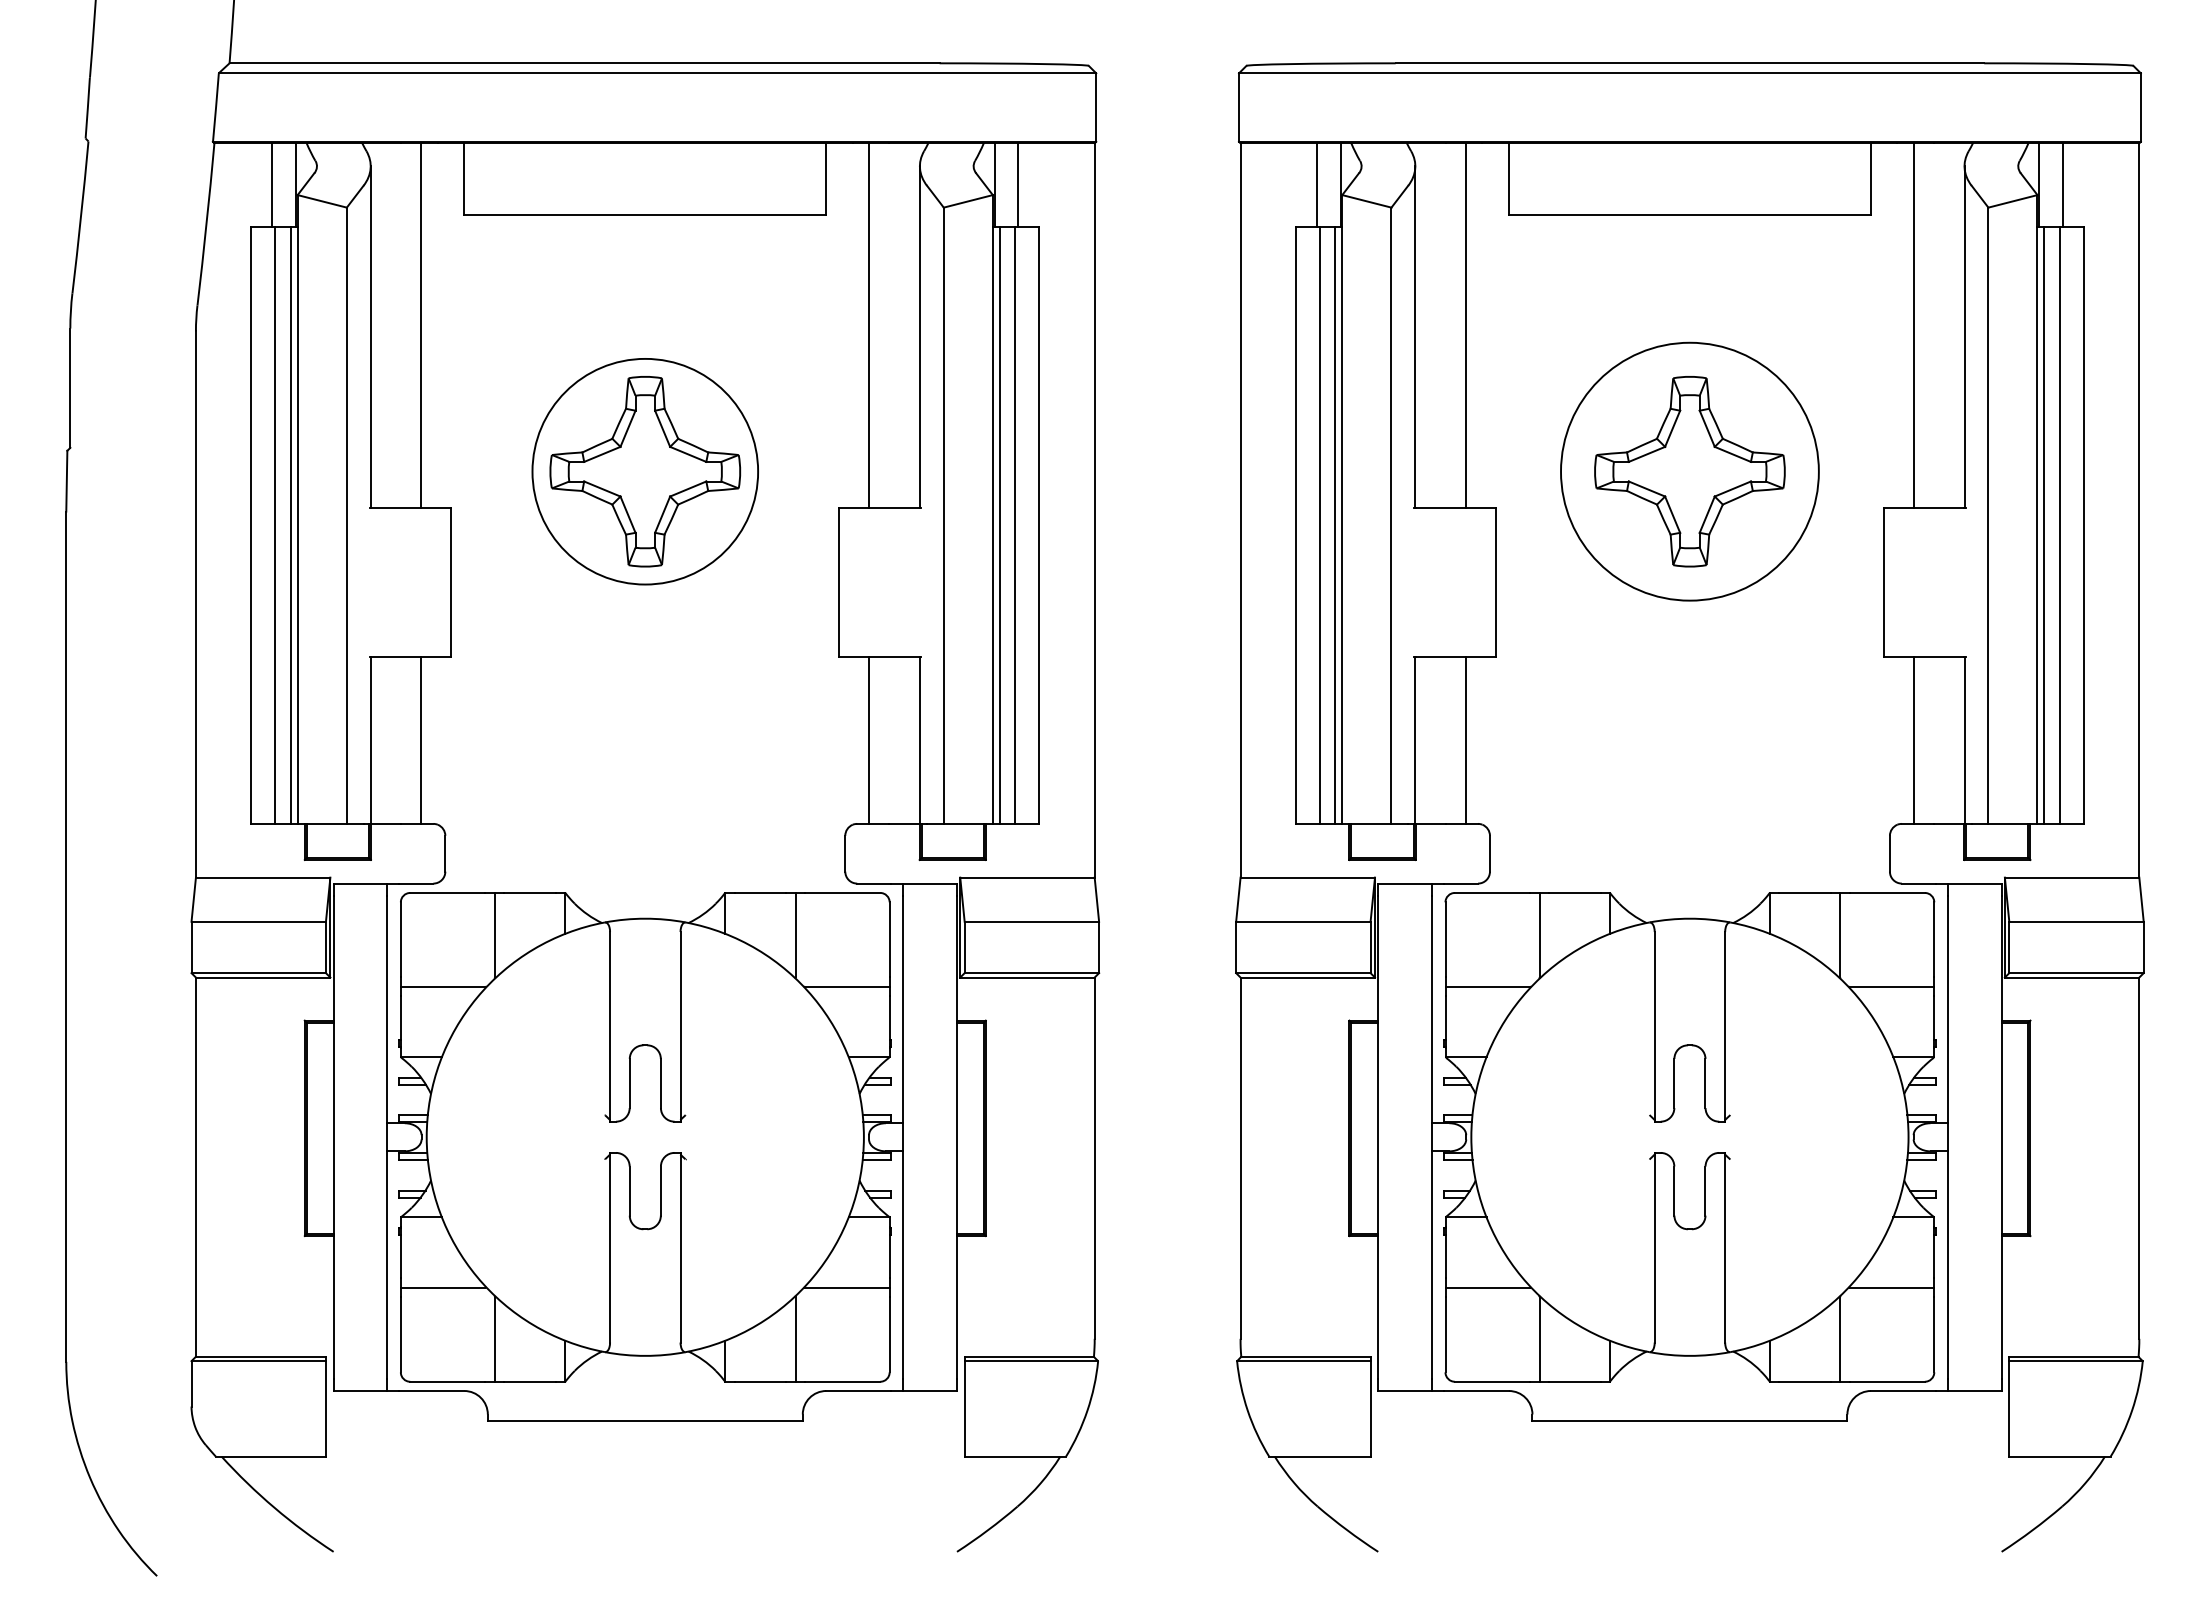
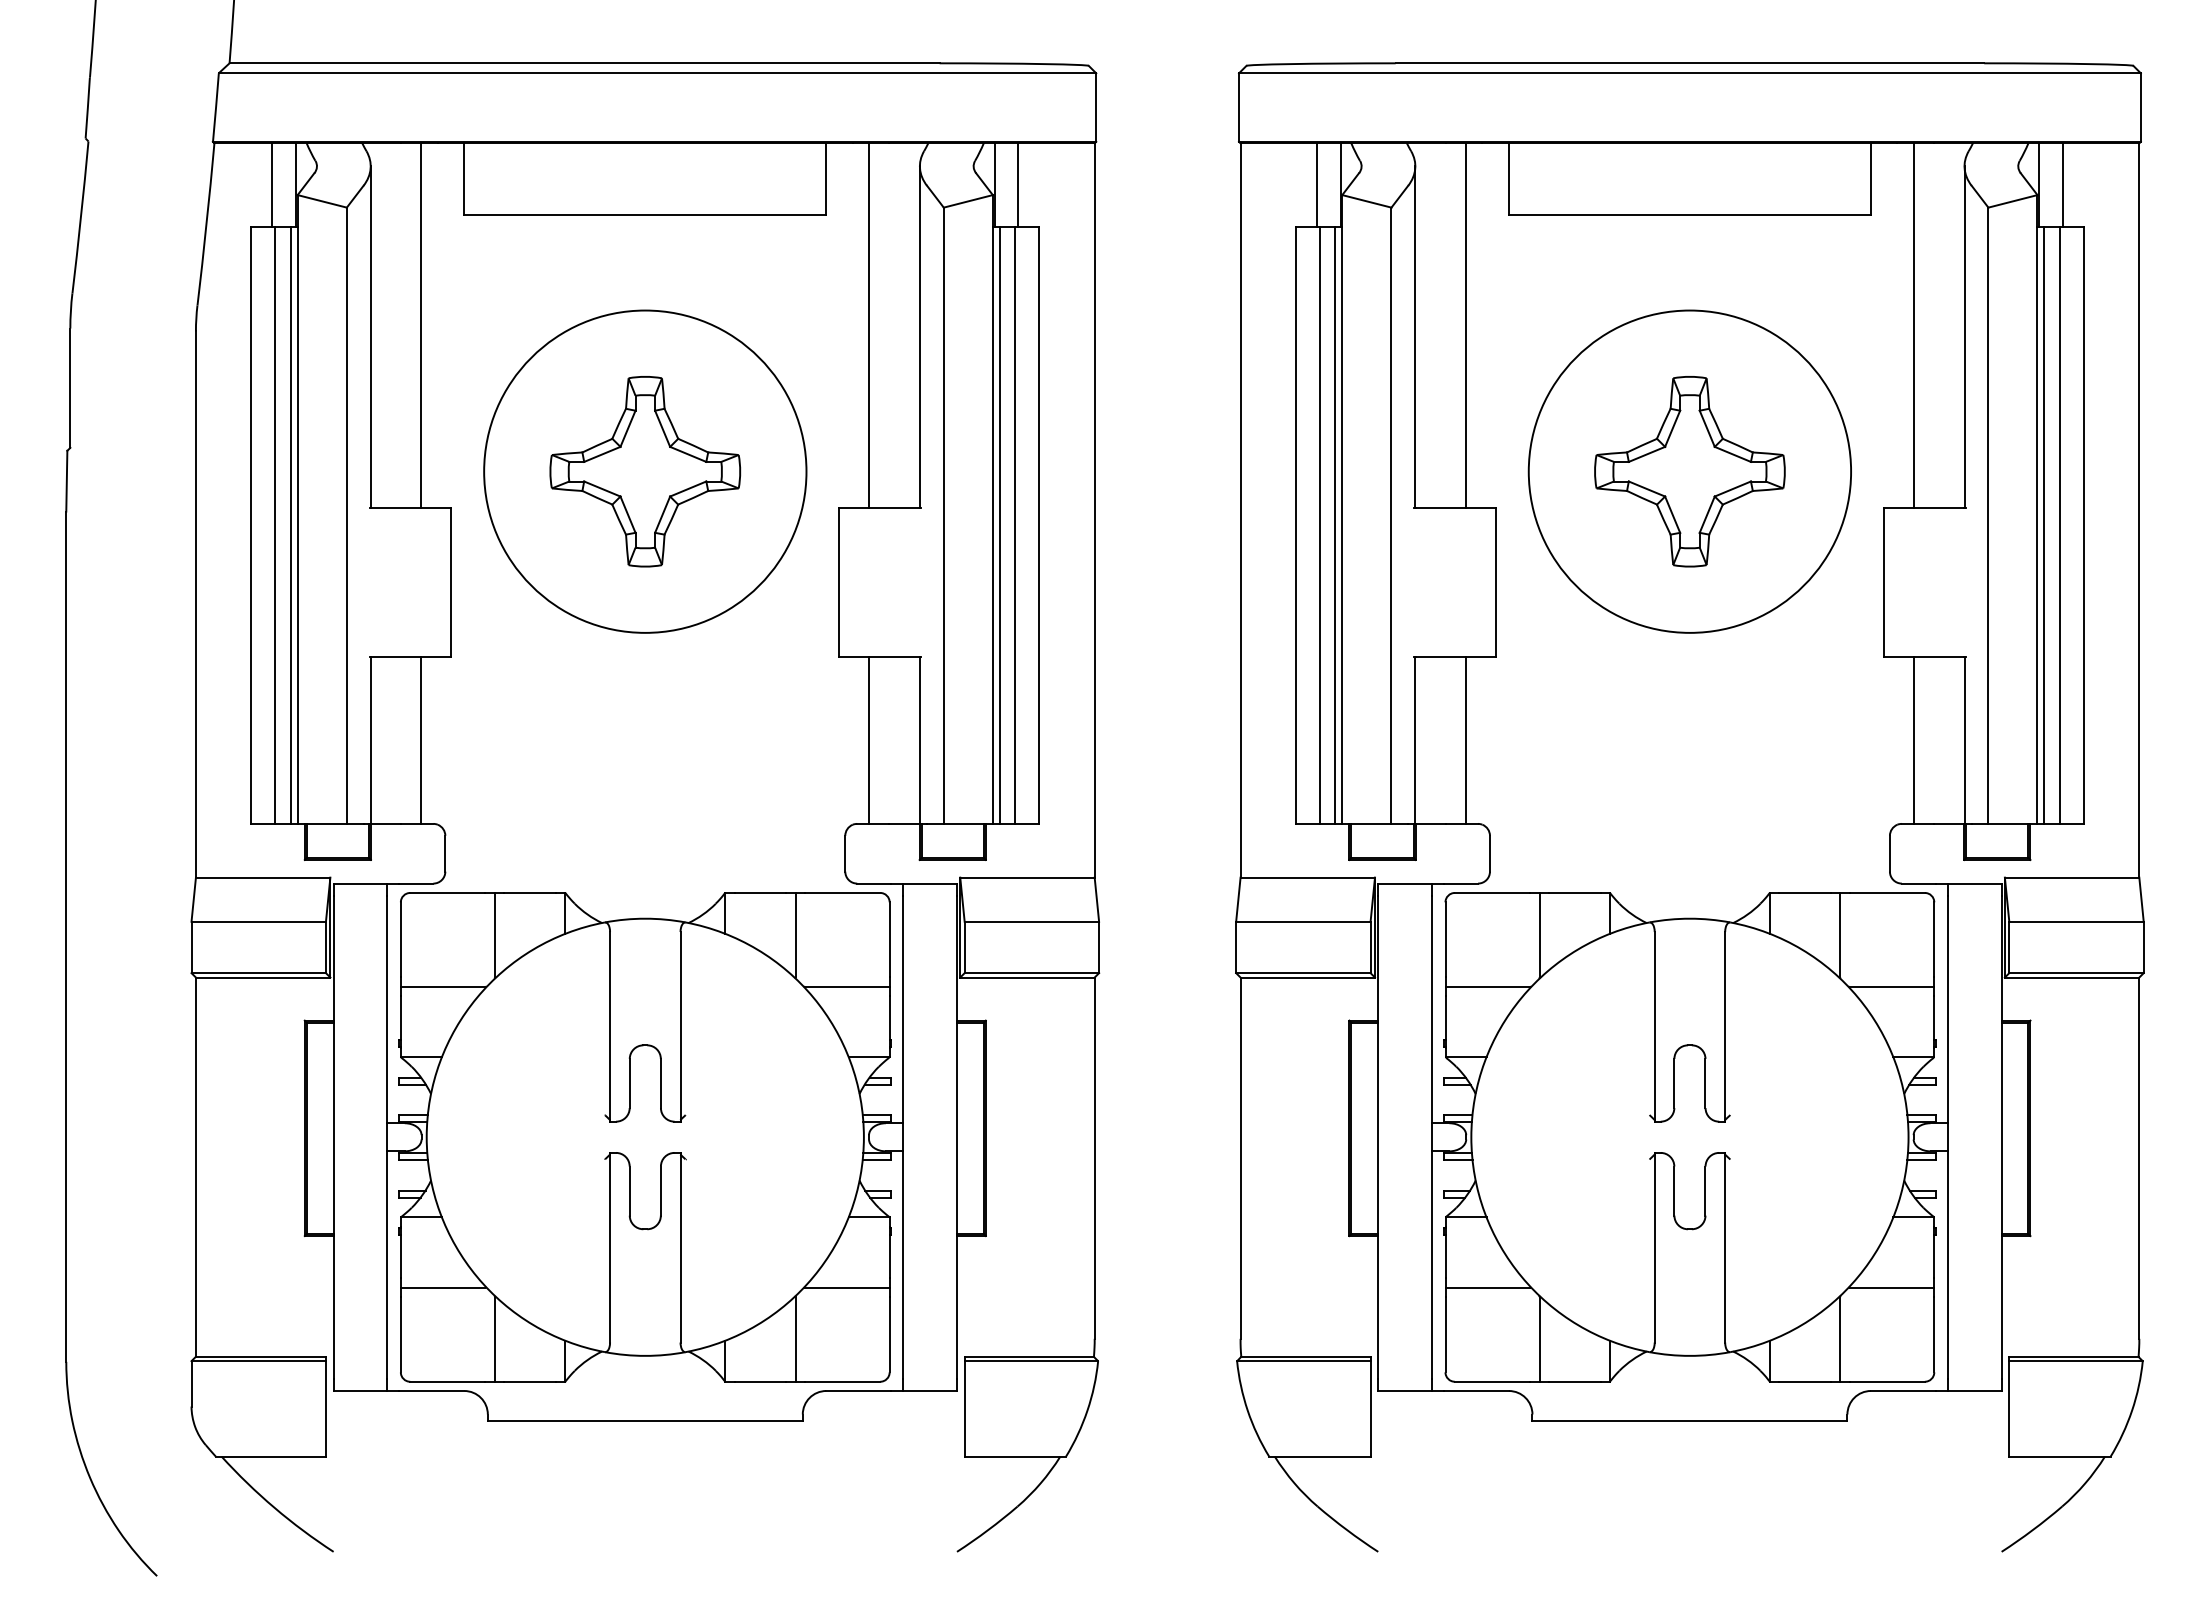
circle at (645, 471) diameter: 226 px -> 322 px
circle at (1689, 471) diameter: 258 px -> 322 px
